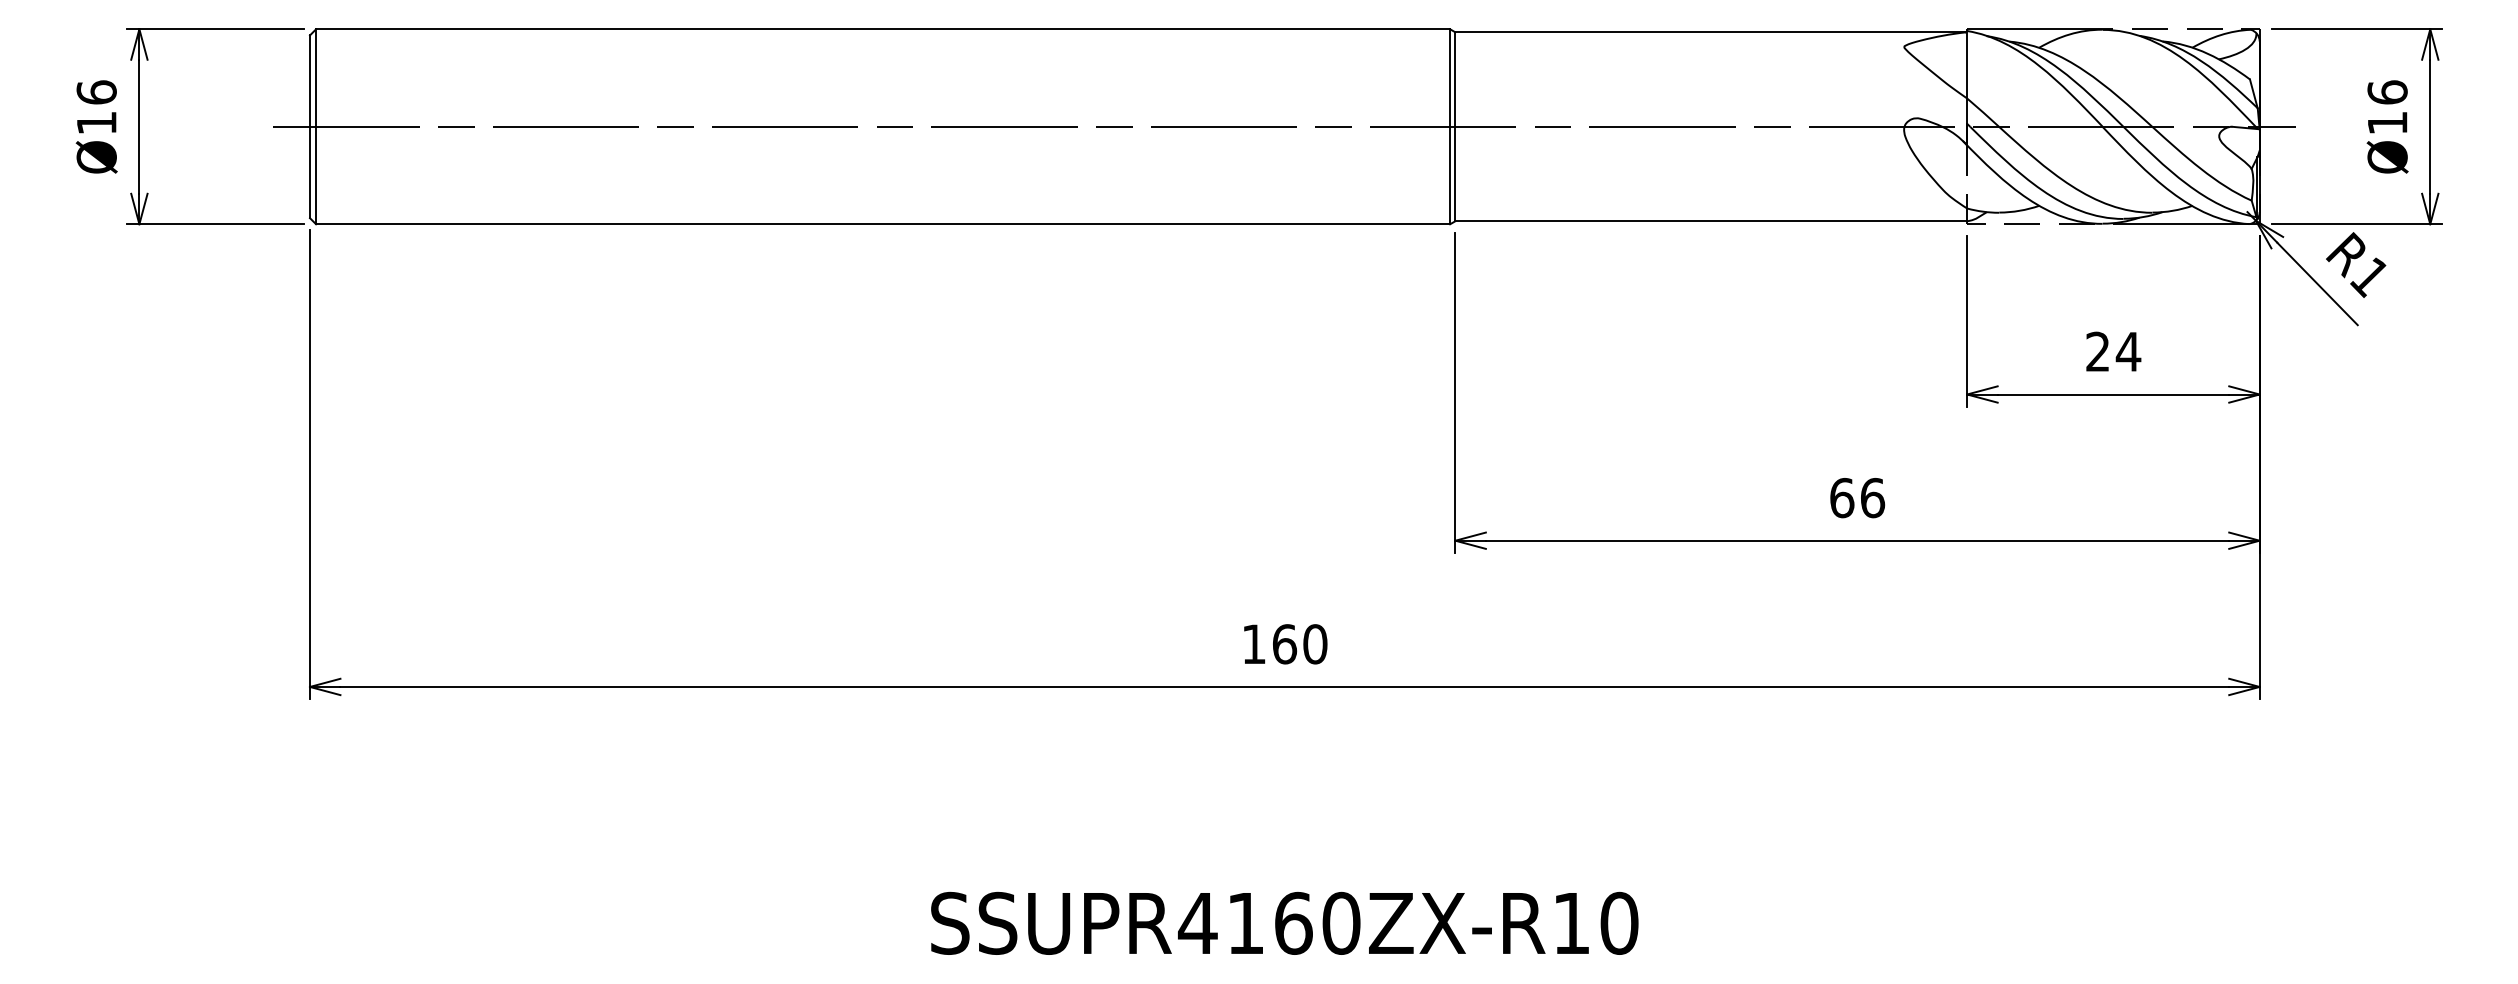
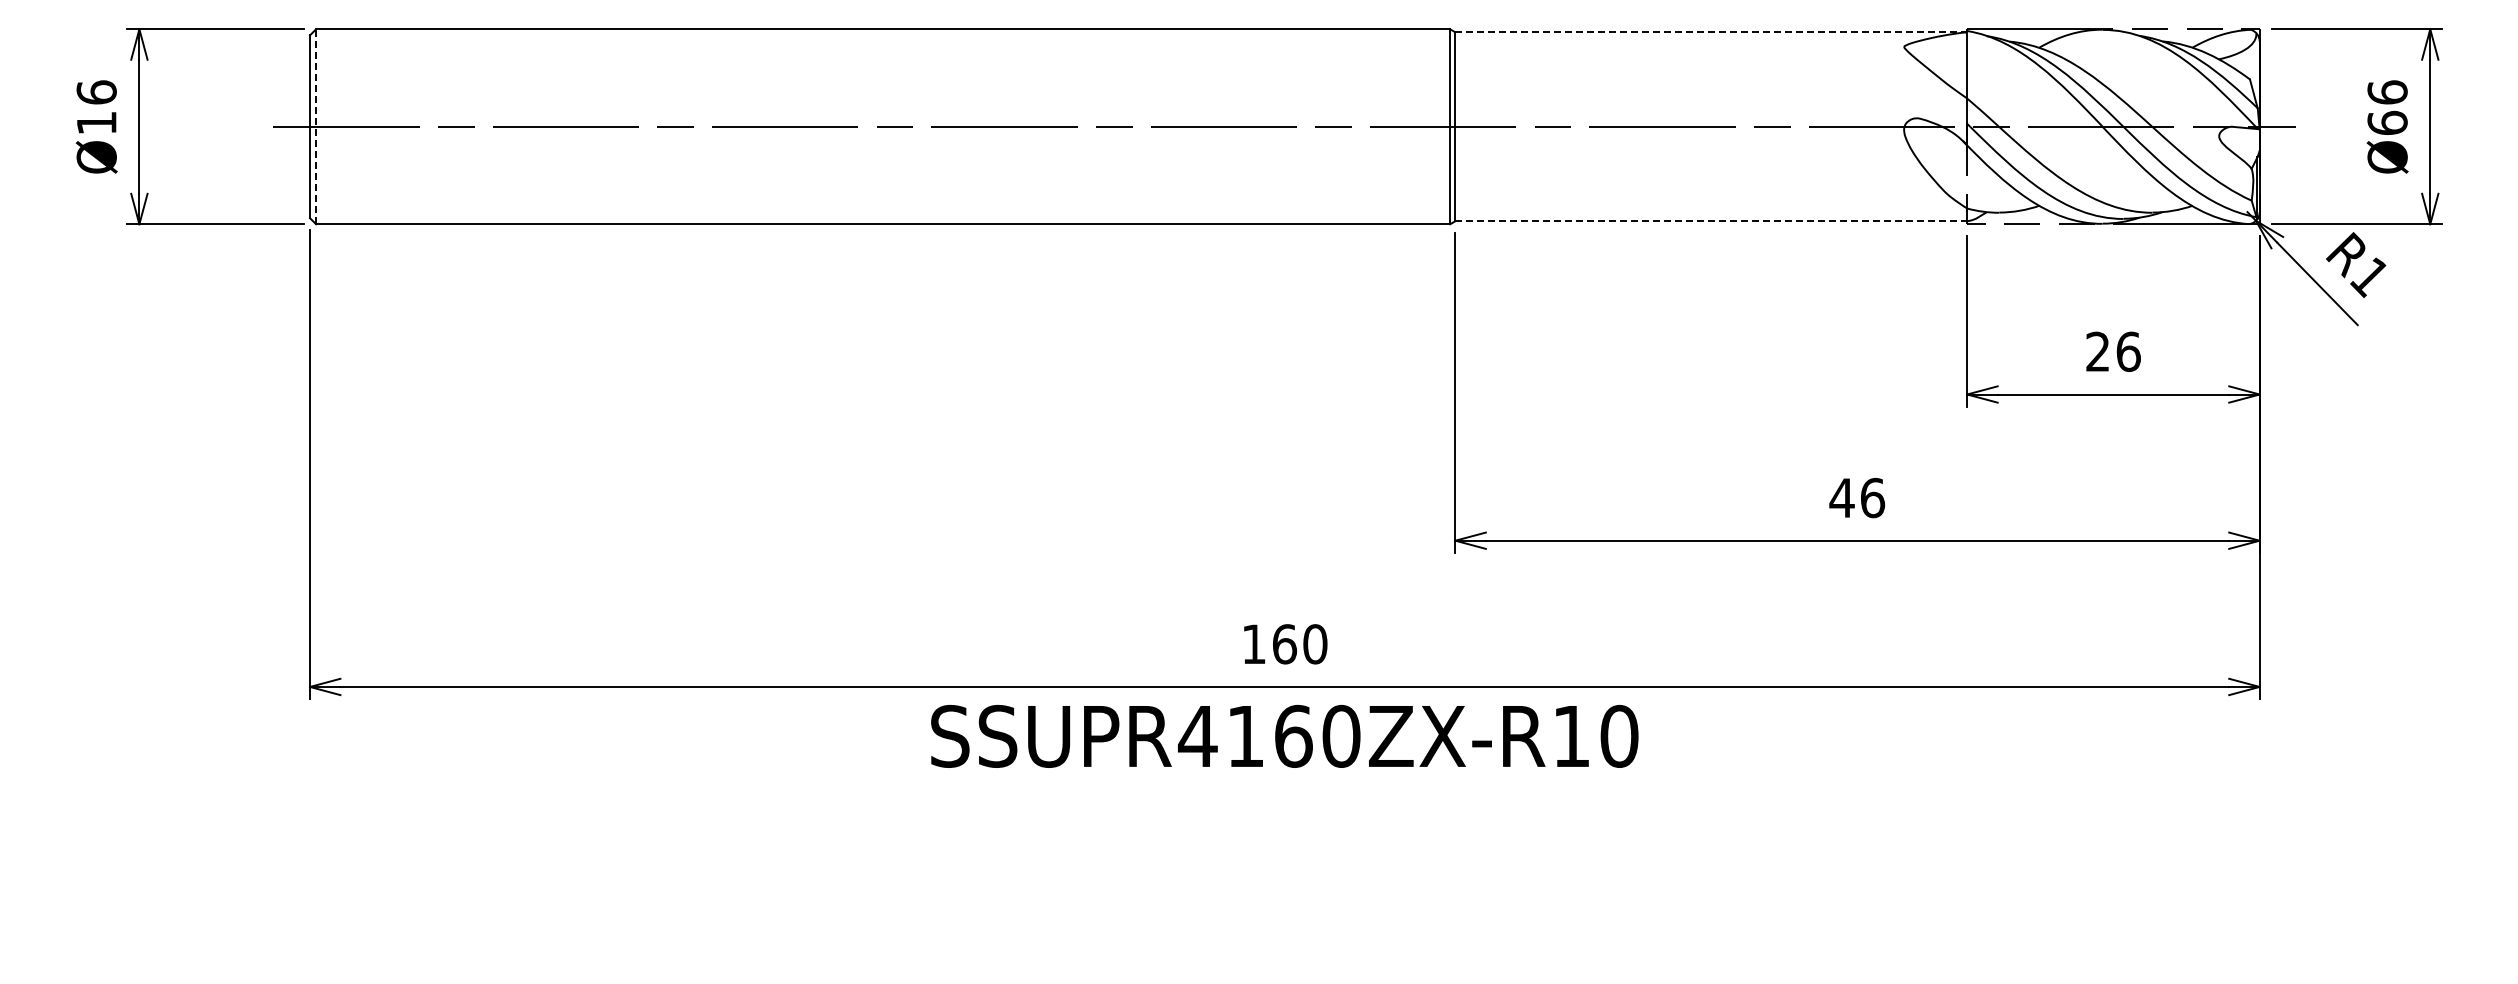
line at (1711, 32): solid -> dashed
text at (2387, 122): Ø16 -> Ø66
line at (316, 126): solid -> dashed
line at (1711, 221): solid -> dashed
text at (2128, 351): 24 -> 26
text at (1841, 498): 66 -> 46
text at (1284, 922) position: (1284, 922) -> (1284, 735)
